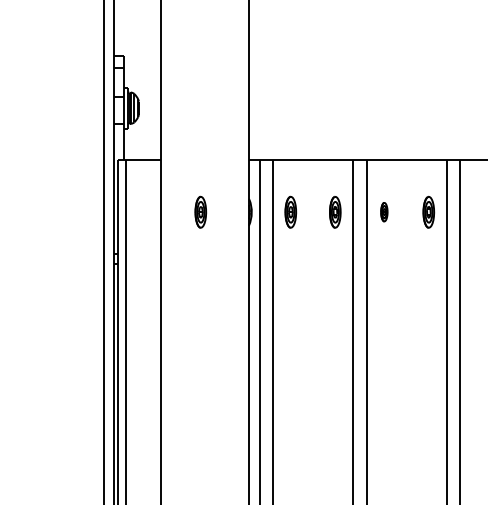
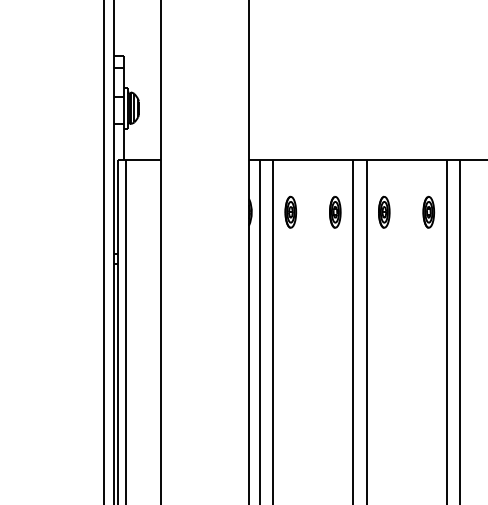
part at (200, 211): present -> none
part at (384, 212) size: 9x21 px -> 13x34 px
